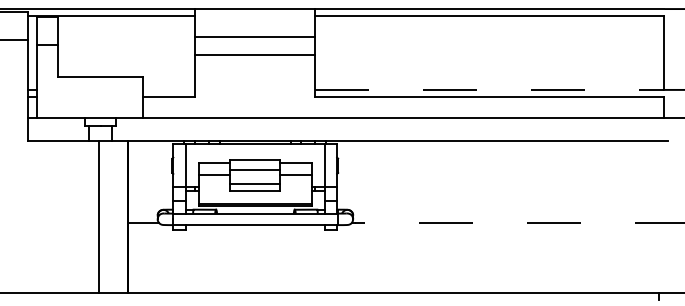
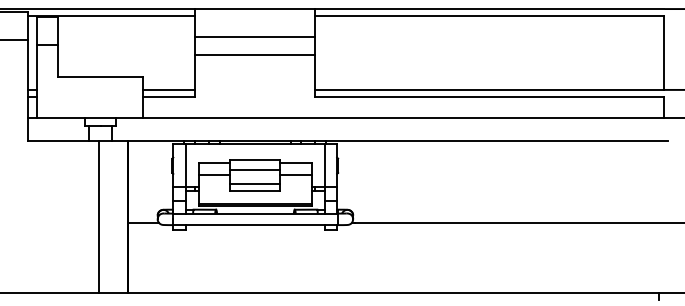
line at (168, 89): none -> present
line at (489, 89): dashed -> solid
line at (519, 222): dashed -> solid
